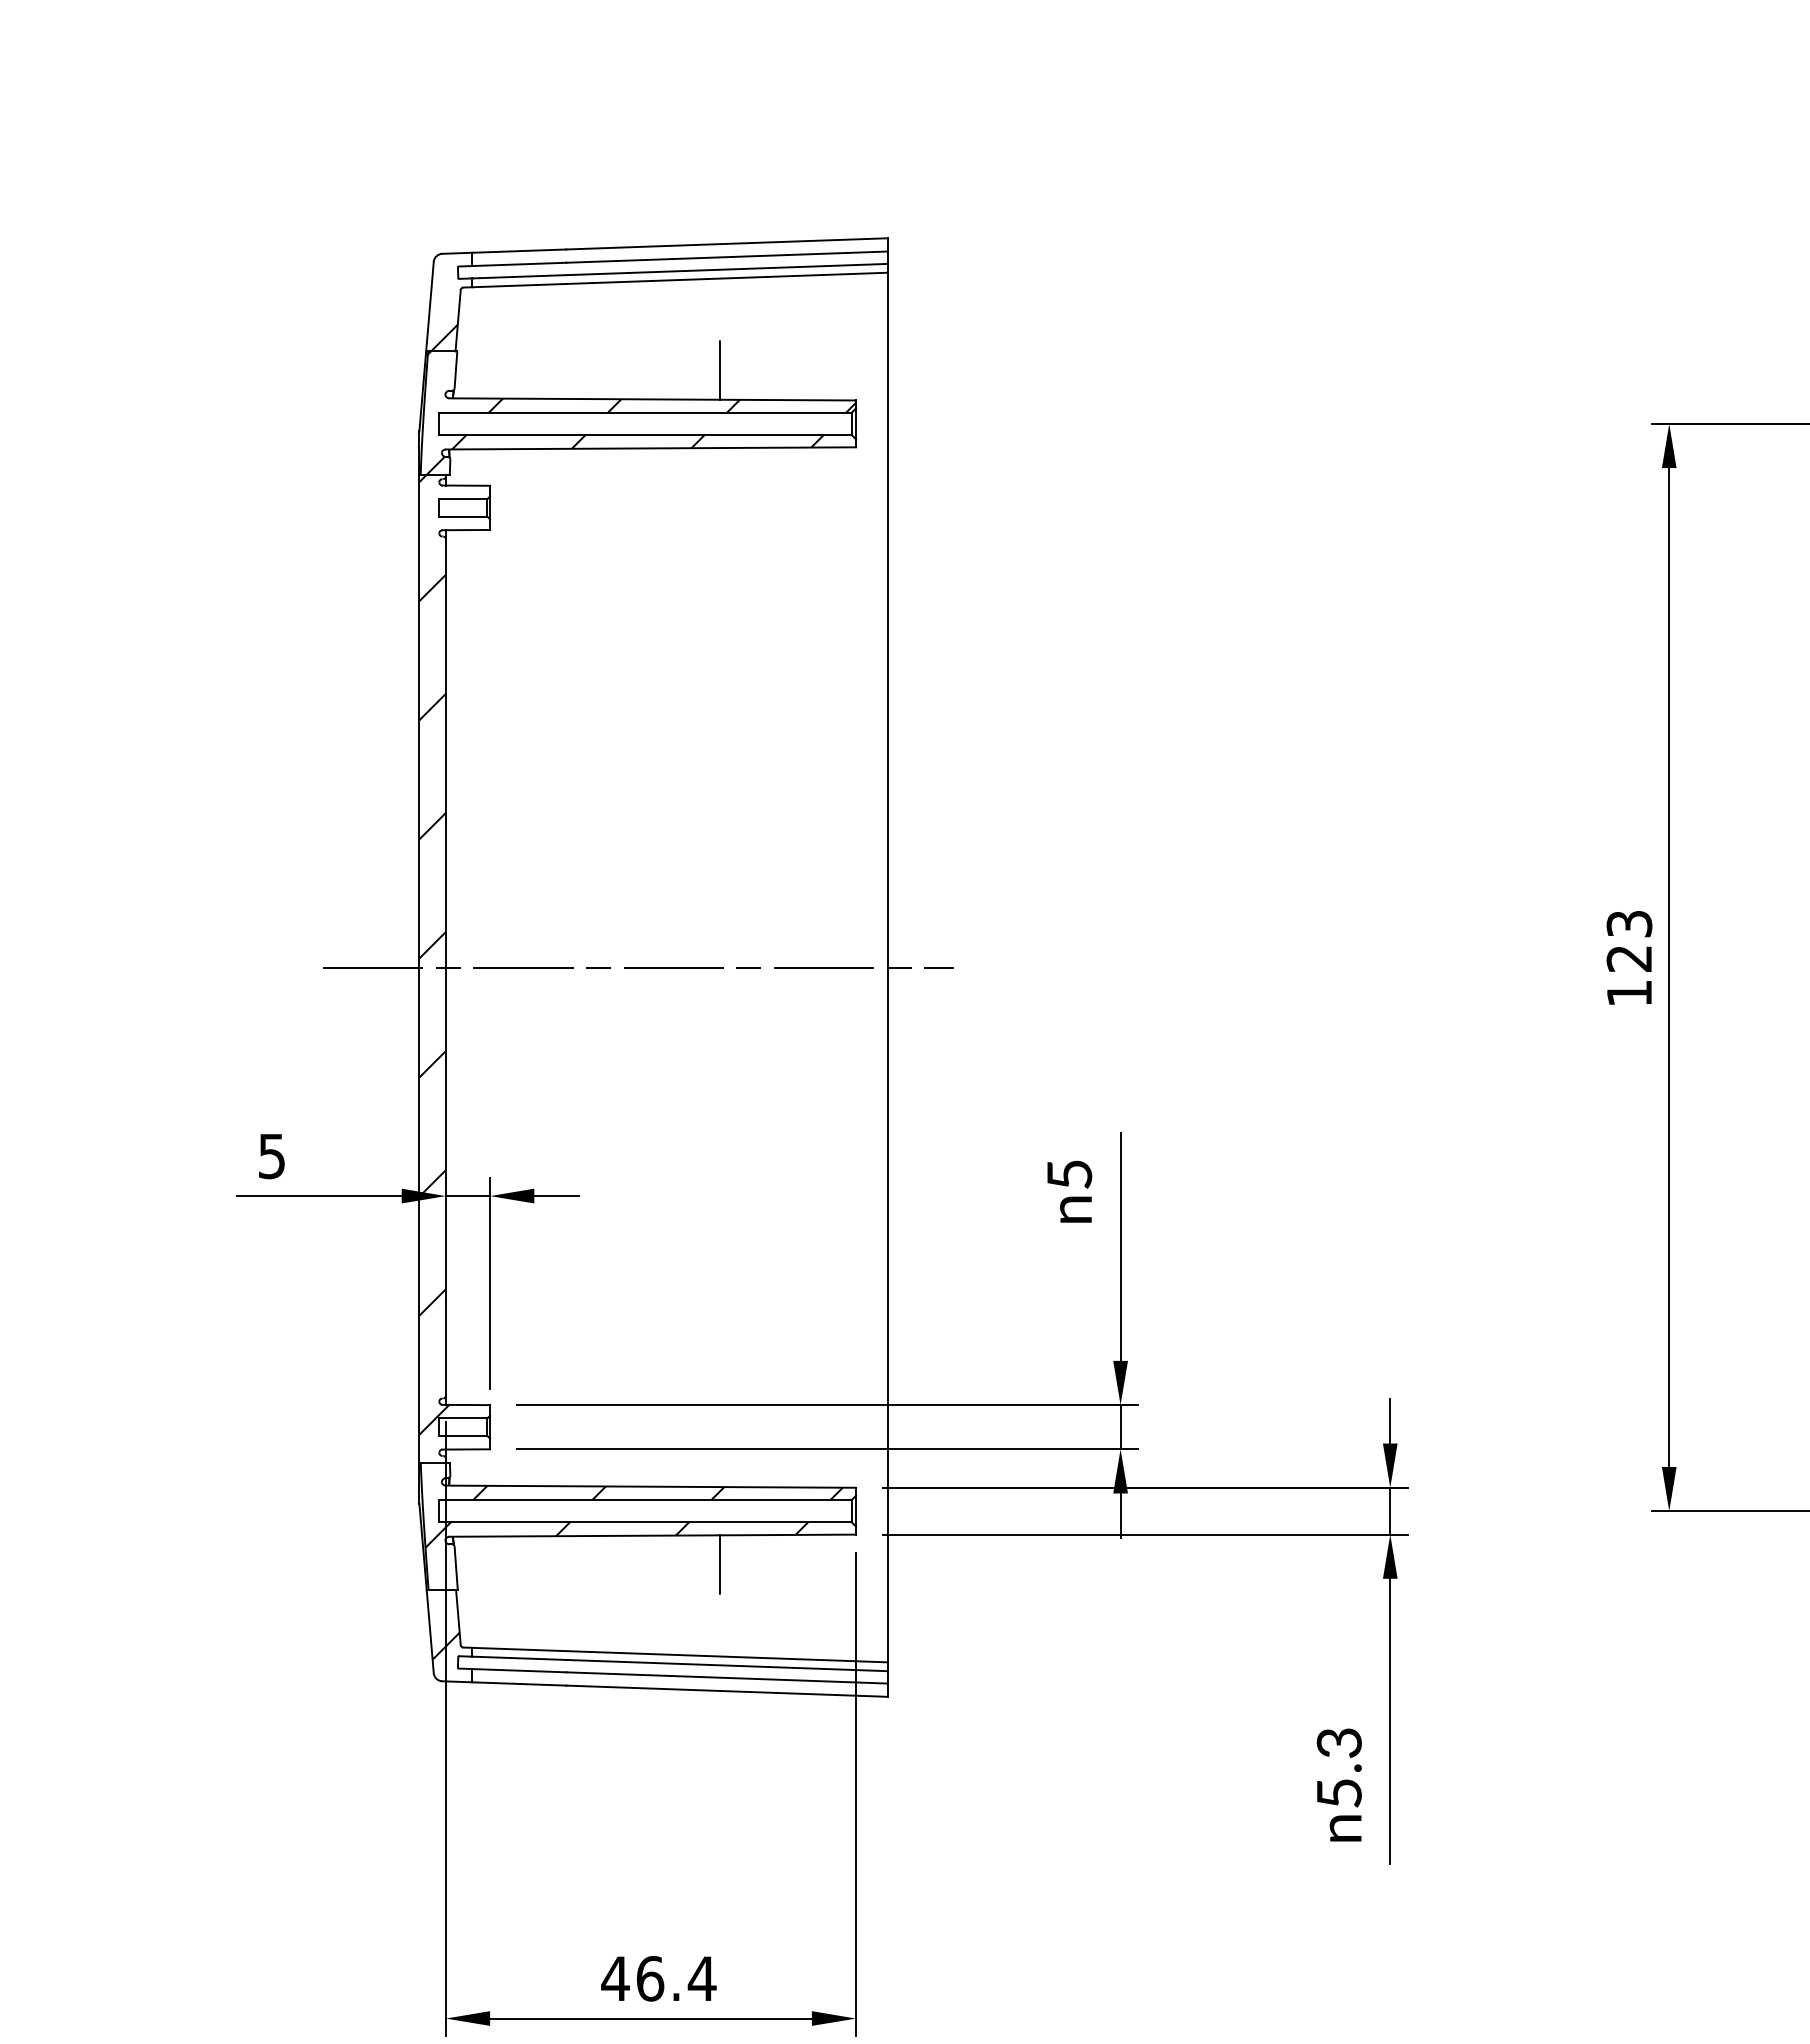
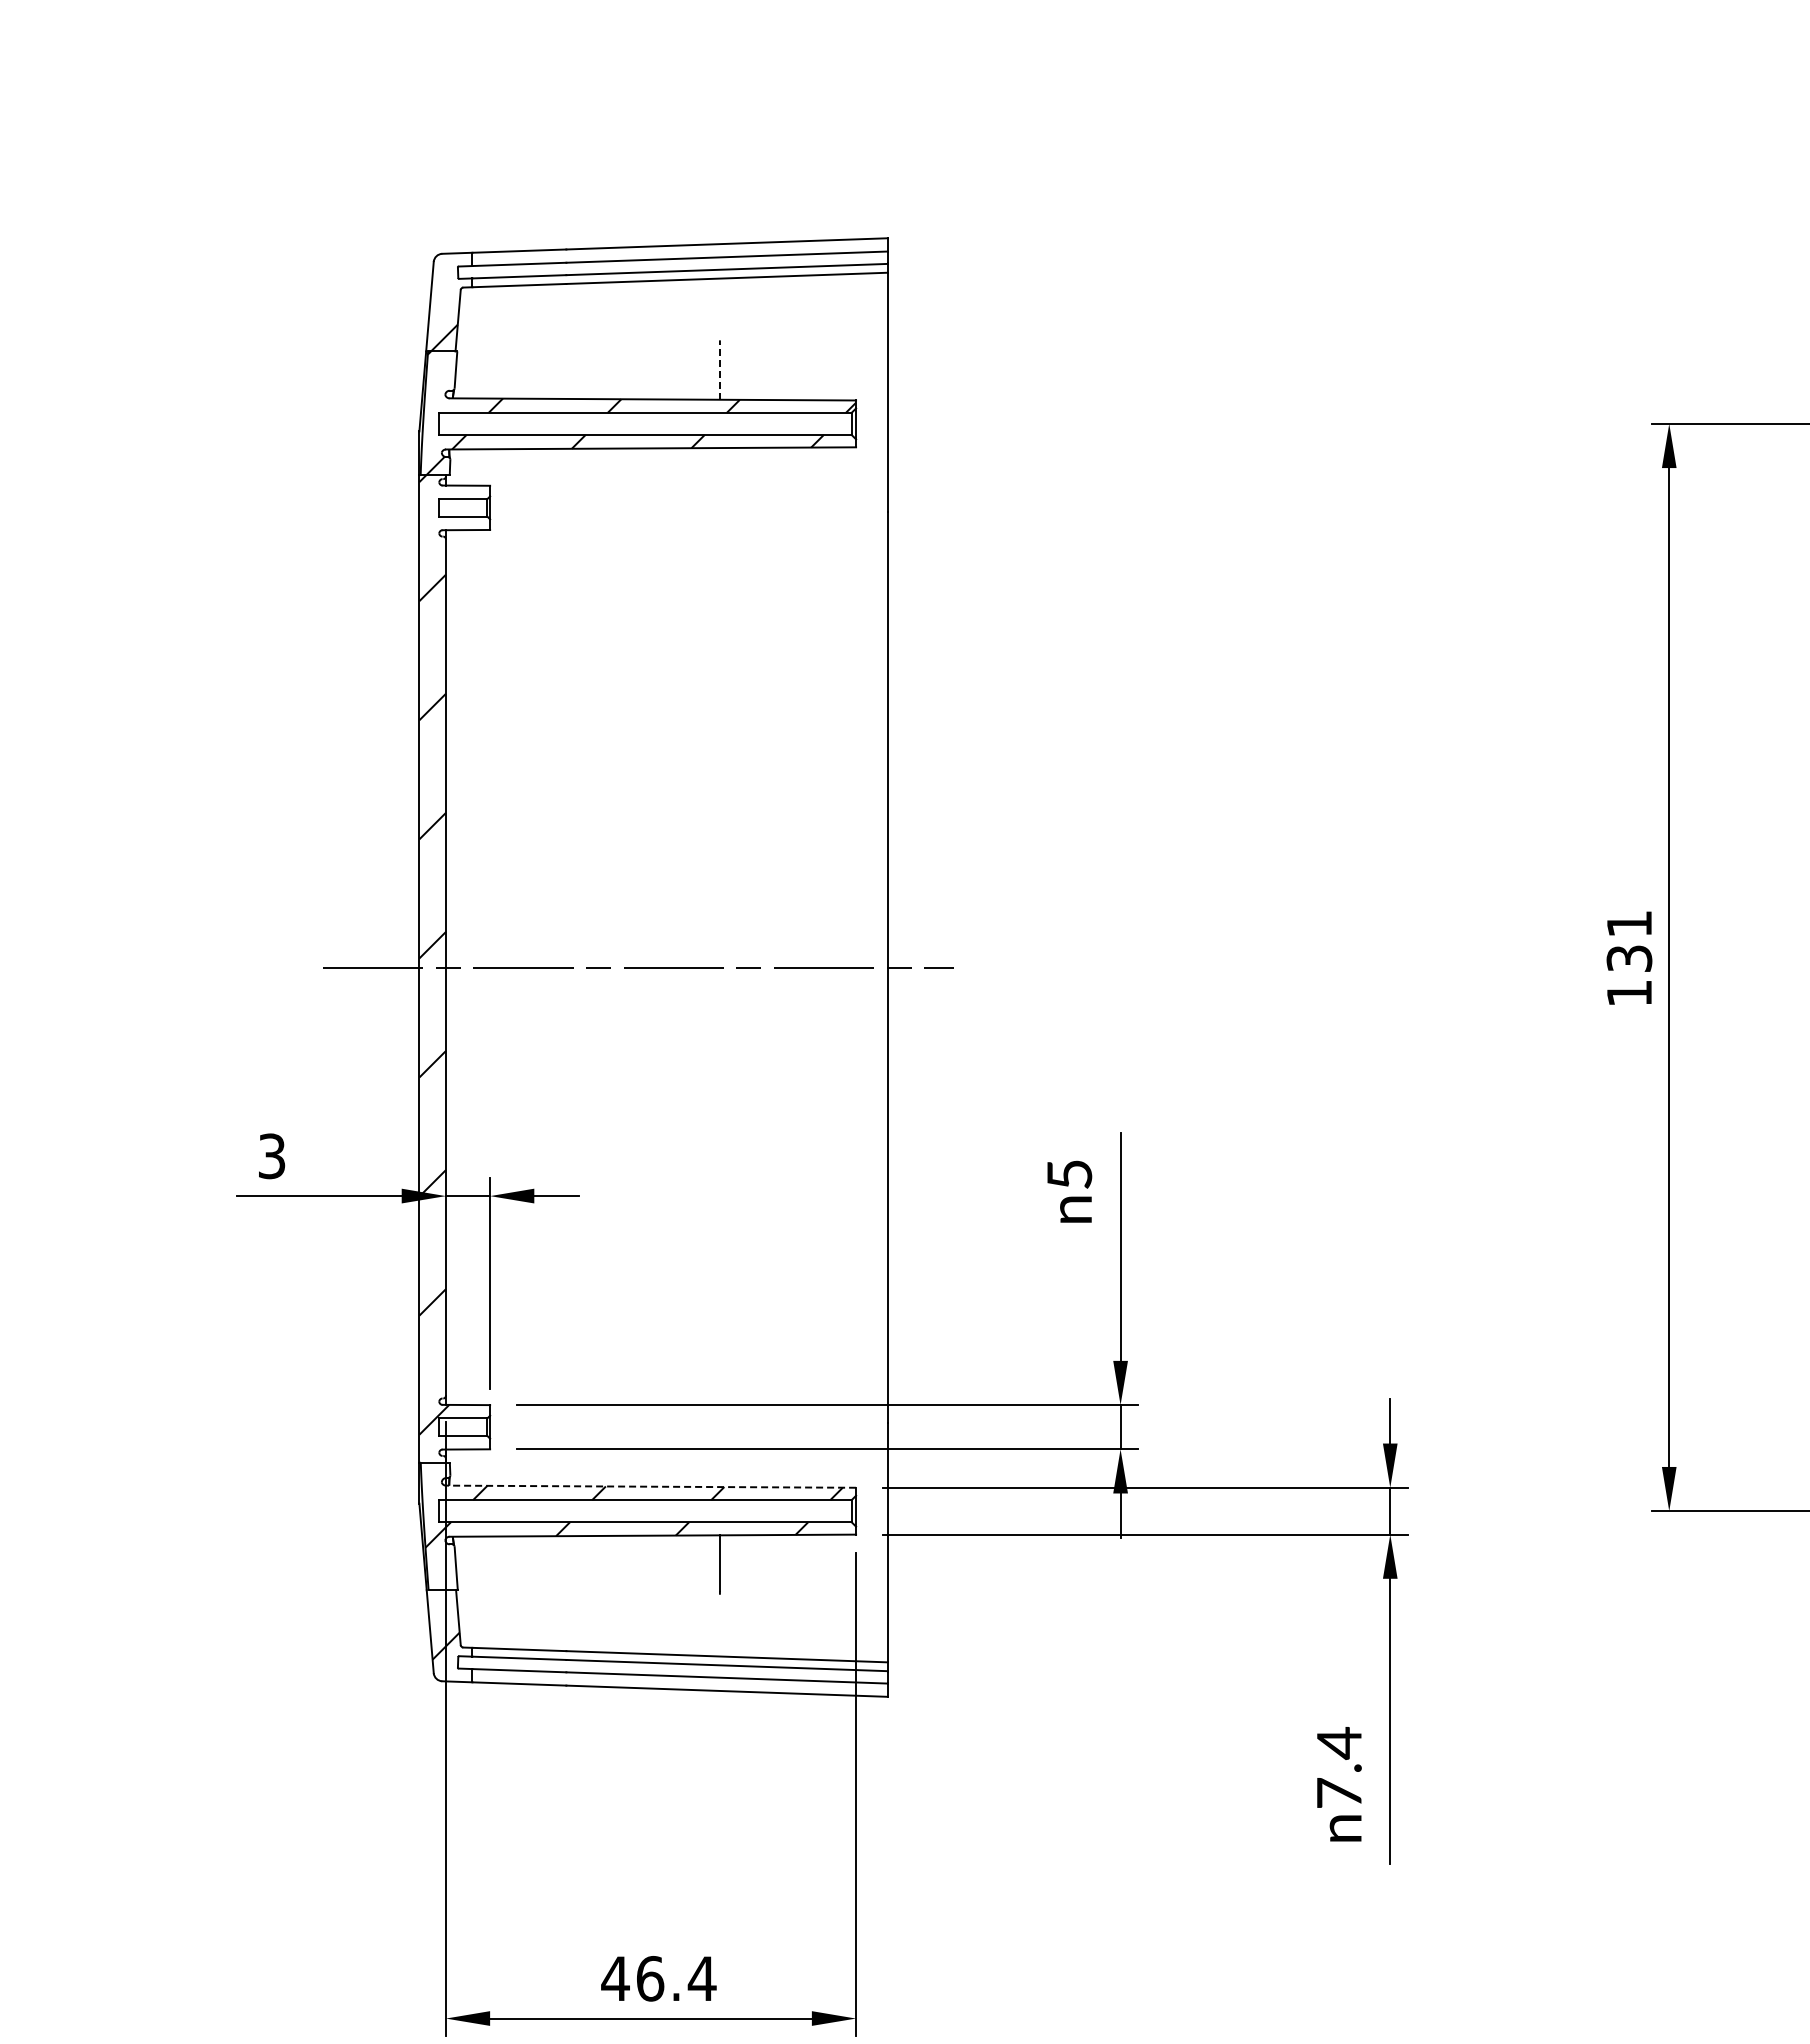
line at (719, 371): solid -> dashed
text at (1629, 941): 123 -> 131
text at (272, 1155): 5 -> 3
line at (650, 1486): solid -> dashed
text at (1338, 1767): 5.3 -> 7.4
